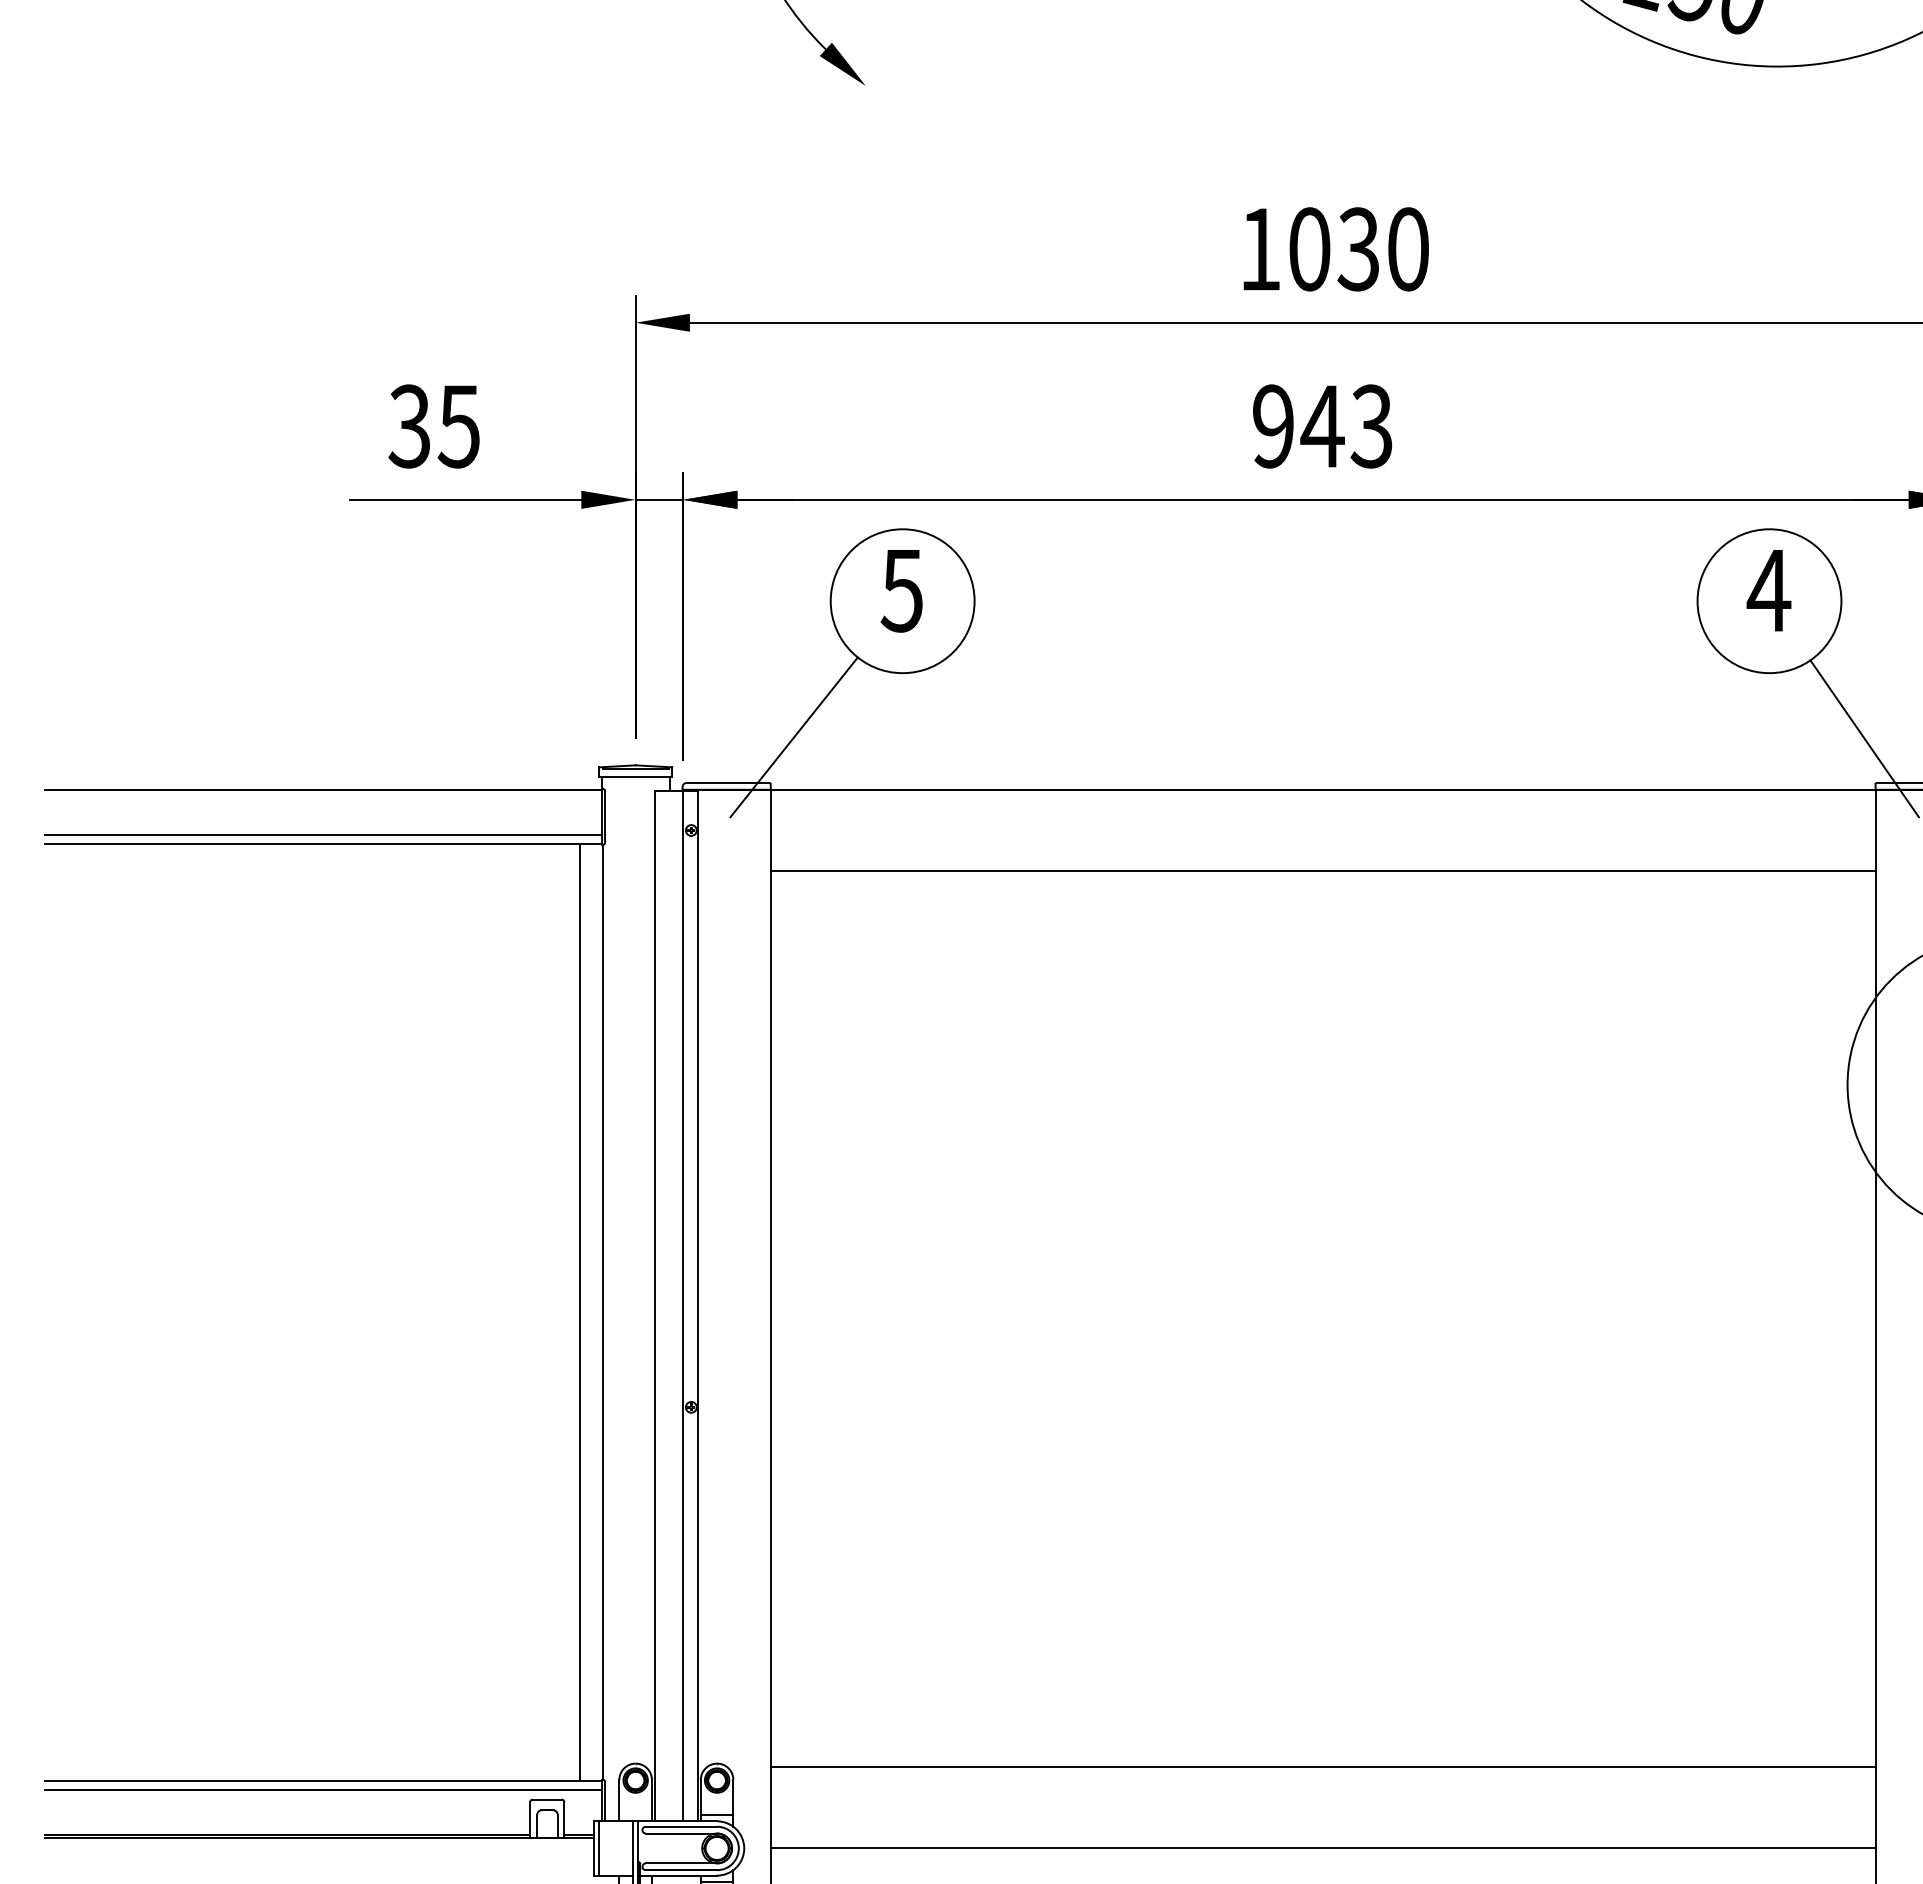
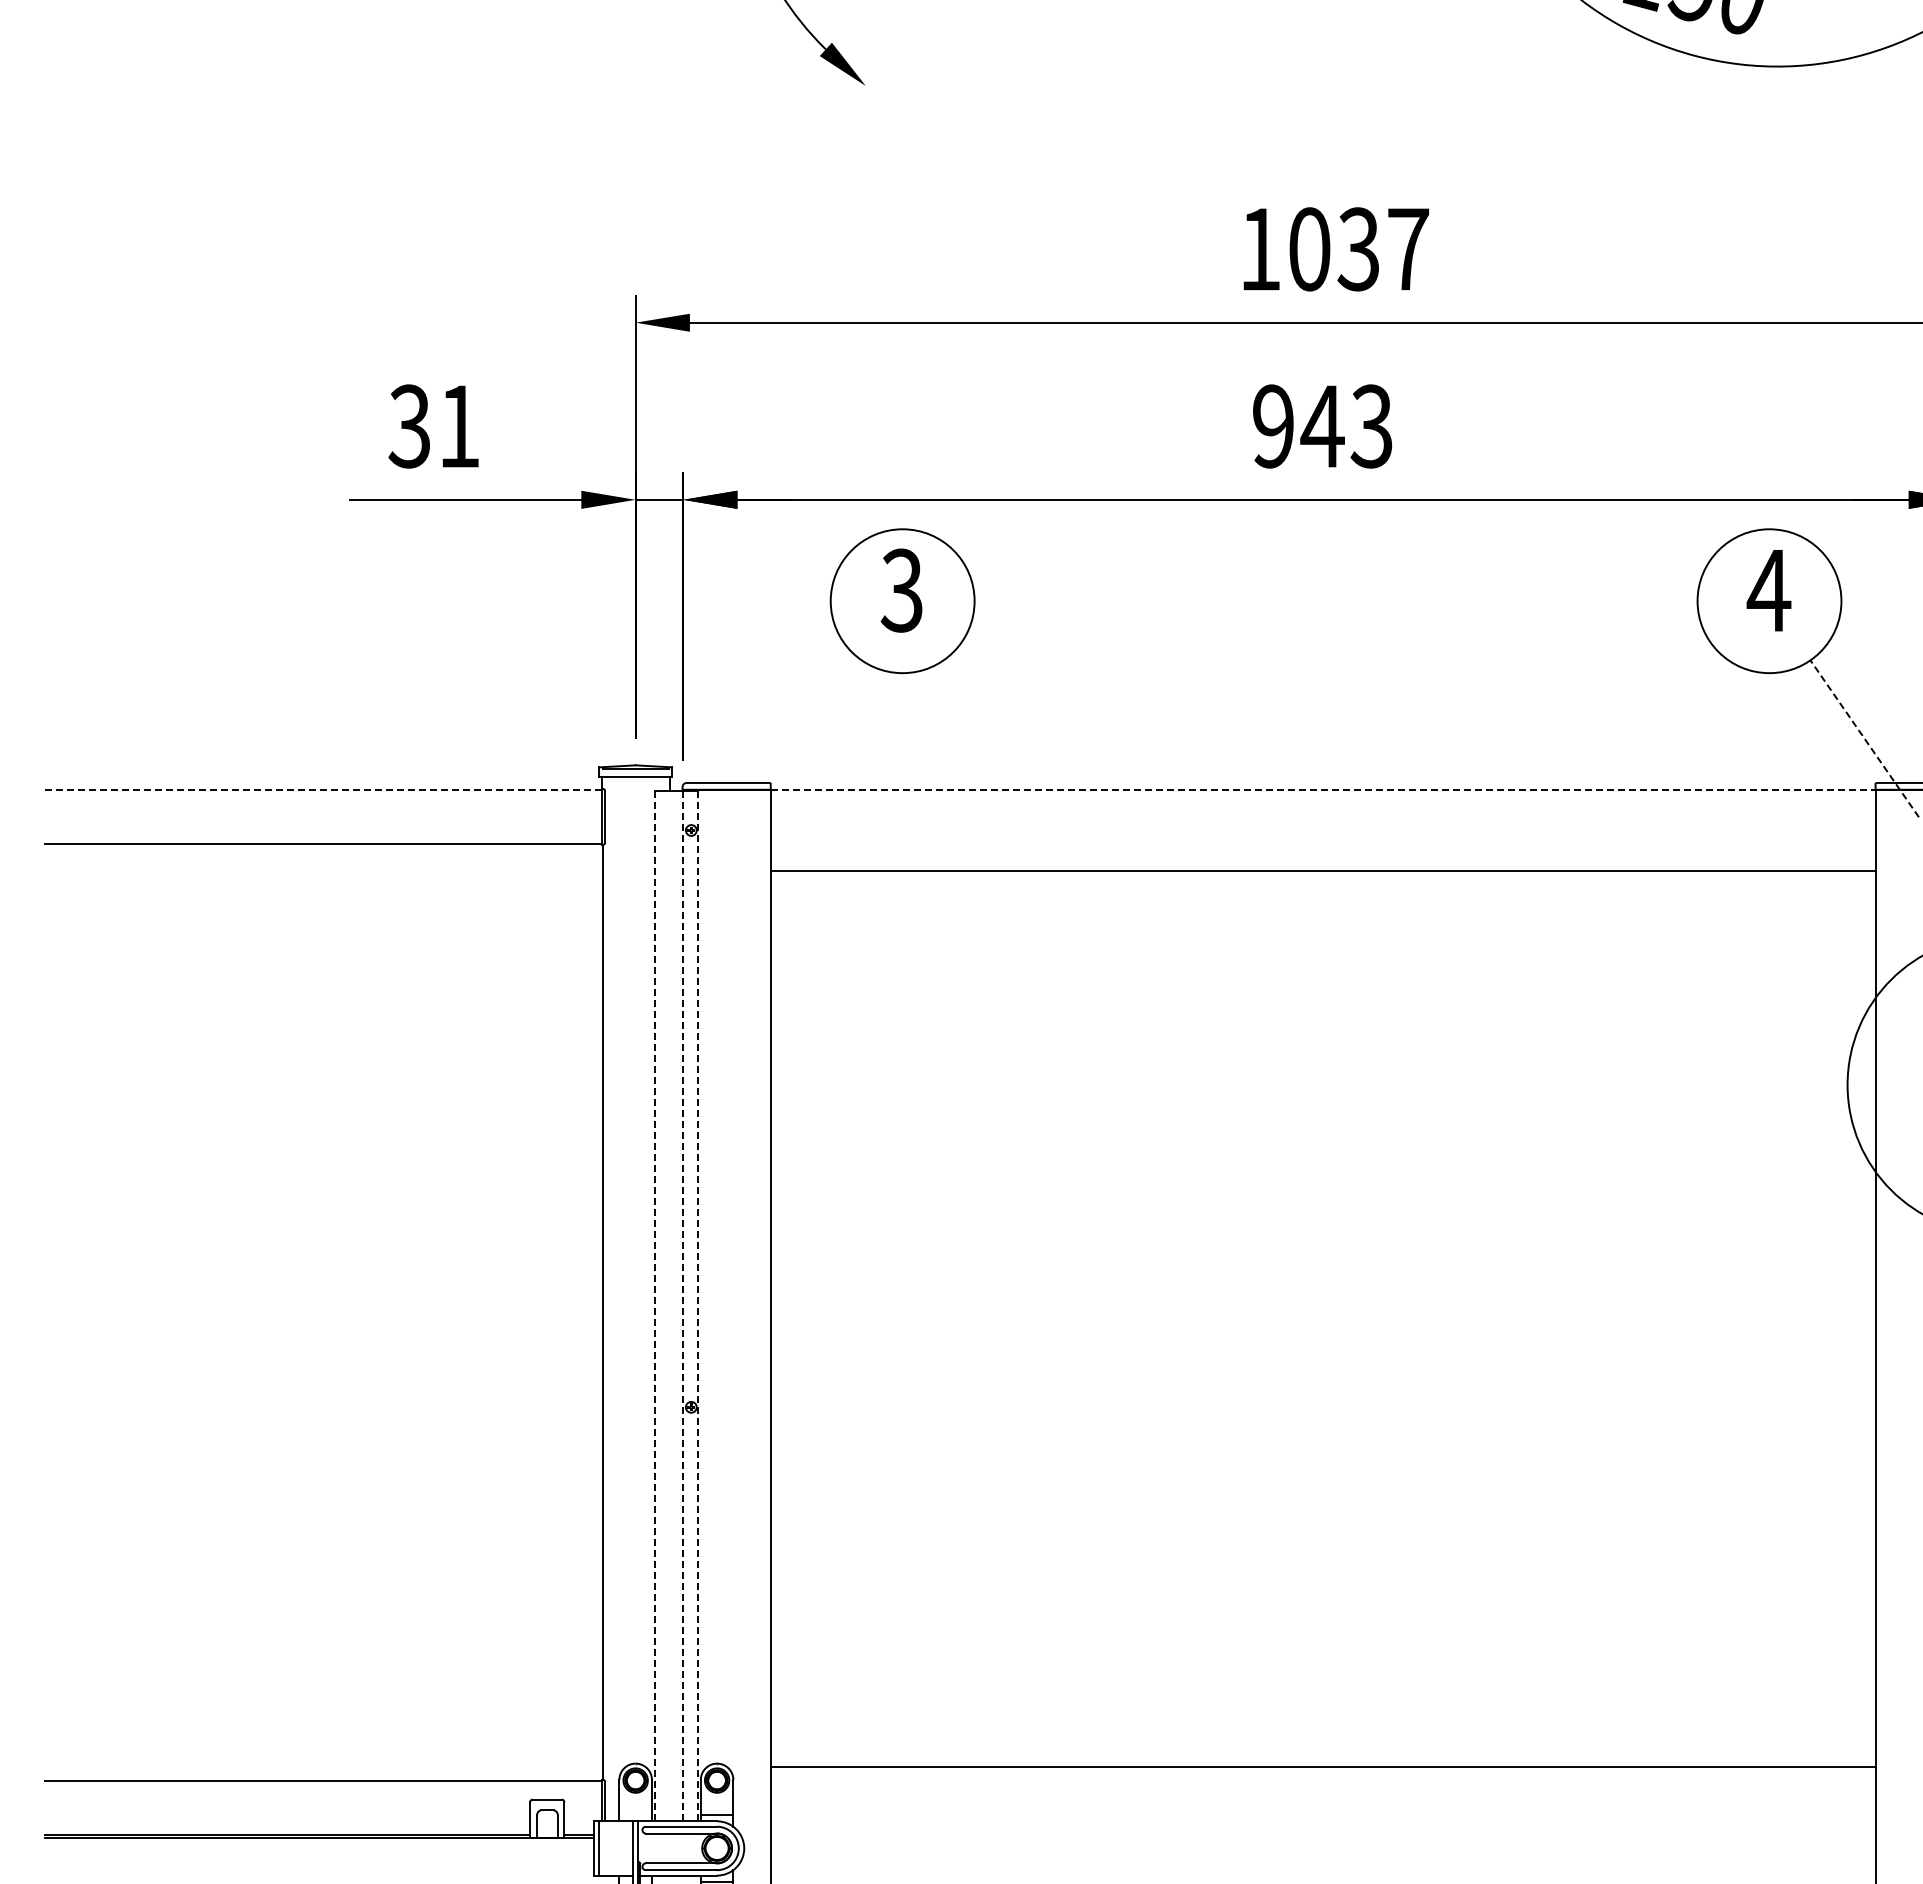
text at (1408, 249): 1030 -> 1037
text at (458, 426): 35 -> 31
text at (901, 590): 5 -> 3
line at (793, 737): present -> none
line at (1864, 738): solid -> dashed
line at (322, 789): solid -> dashed
line at (1323, 789): solid -> dashed
line at (323, 834): present -> none
line at (655, 1306): solid -> dashed
line at (683, 1306): solid -> dashed
line at (698, 1306): solid -> dashed
line at (580, 1312): present -> none
line at (323, 1790): present -> none
line at (1322, 1848): present -> none
